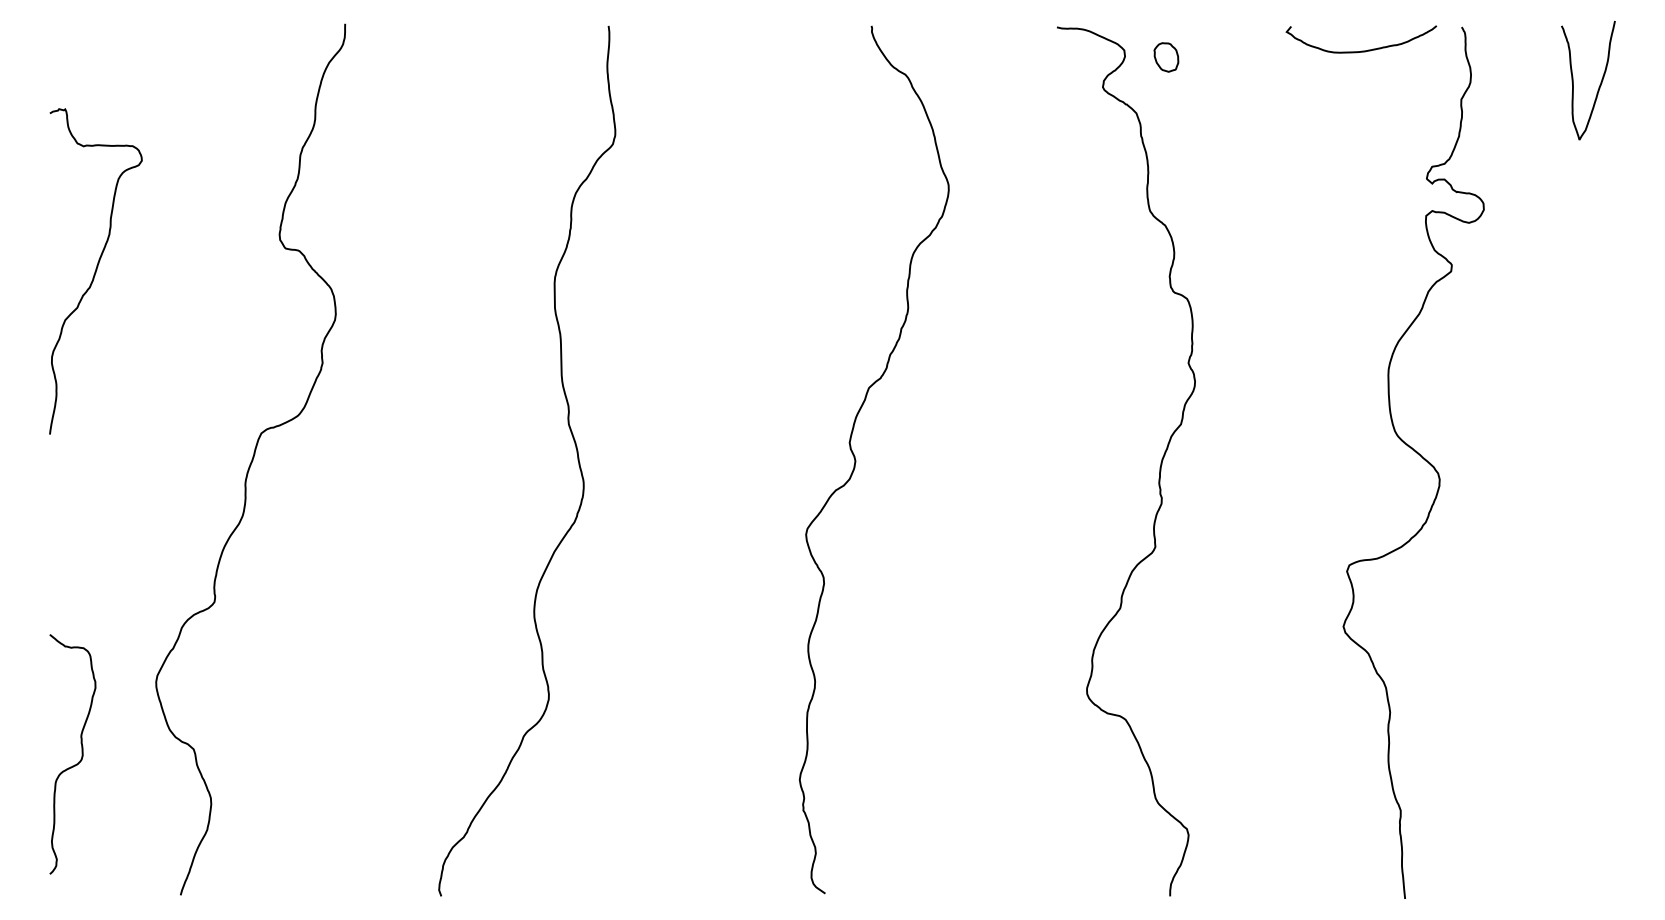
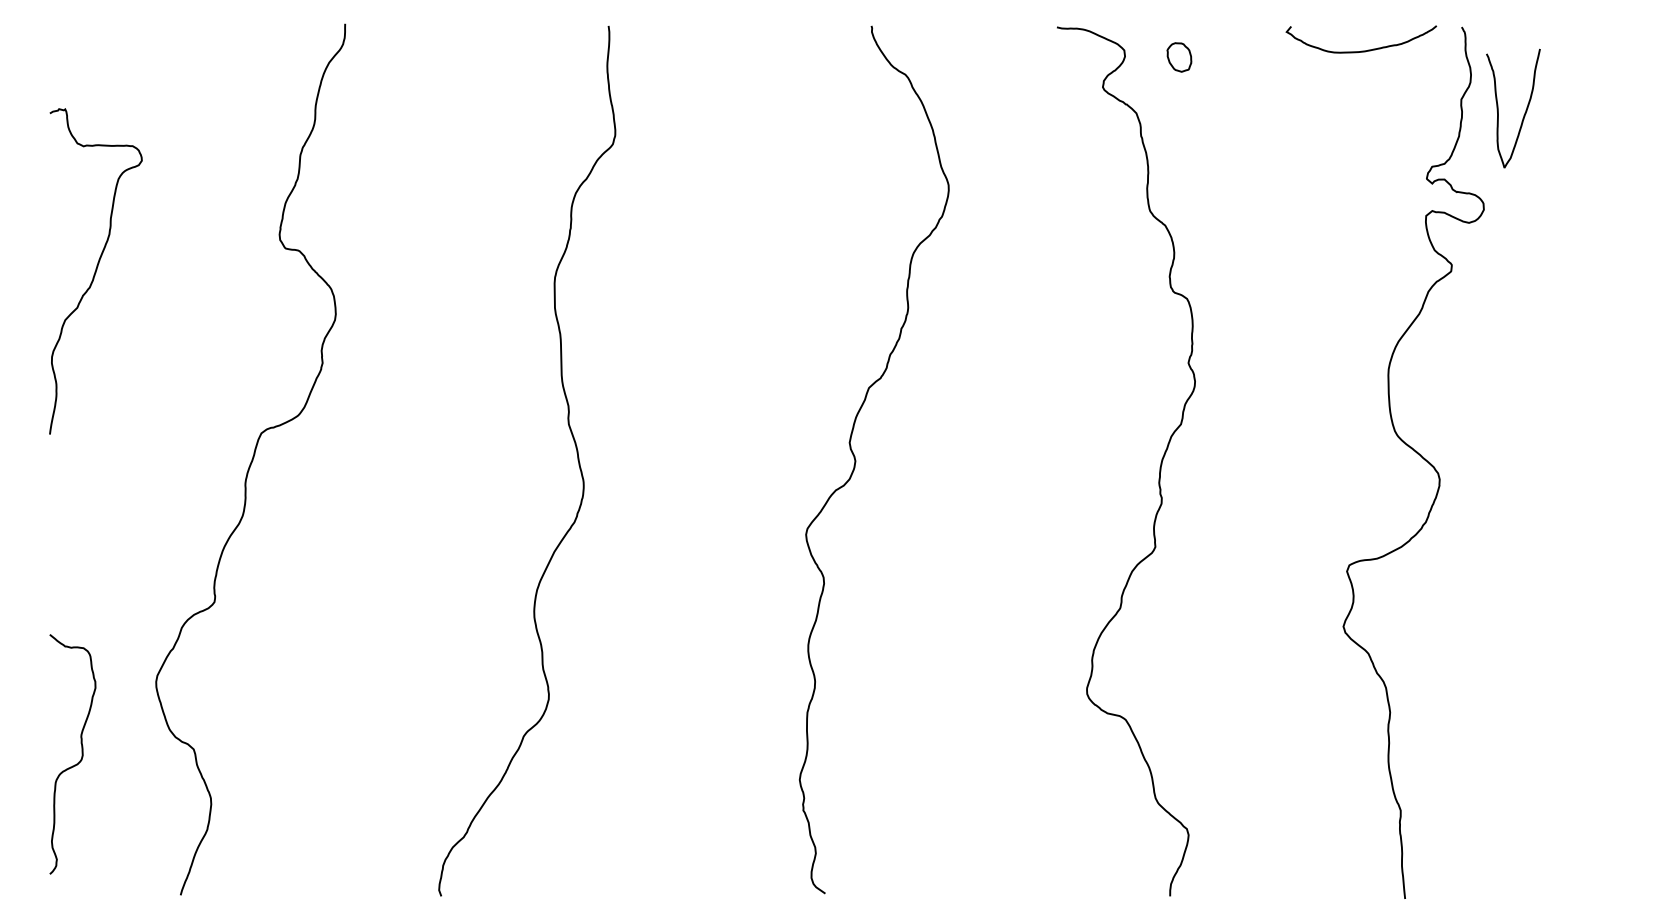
part at (1166, 57) position: (1166, 57) -> (1179, 57)
curve at (1599, 84) position: (1599, 84) -> (1524, 112)
